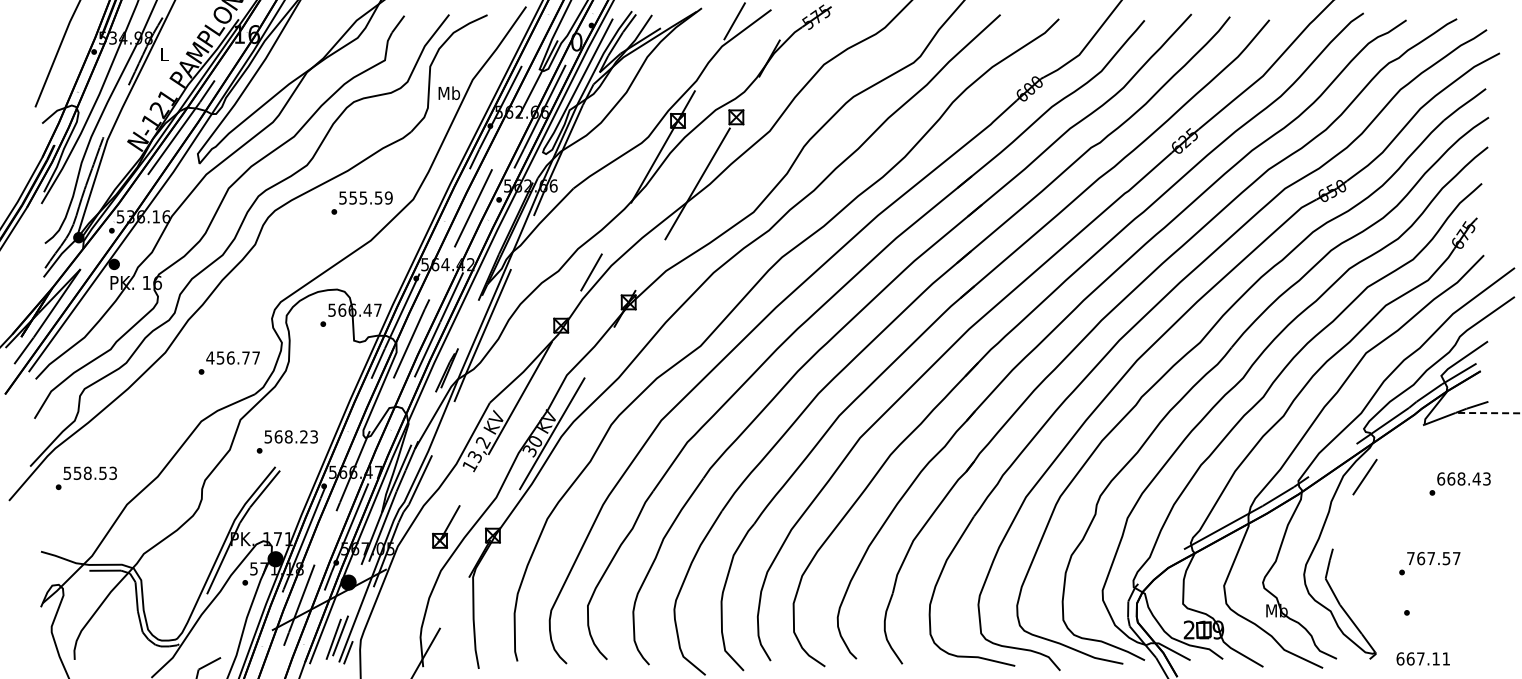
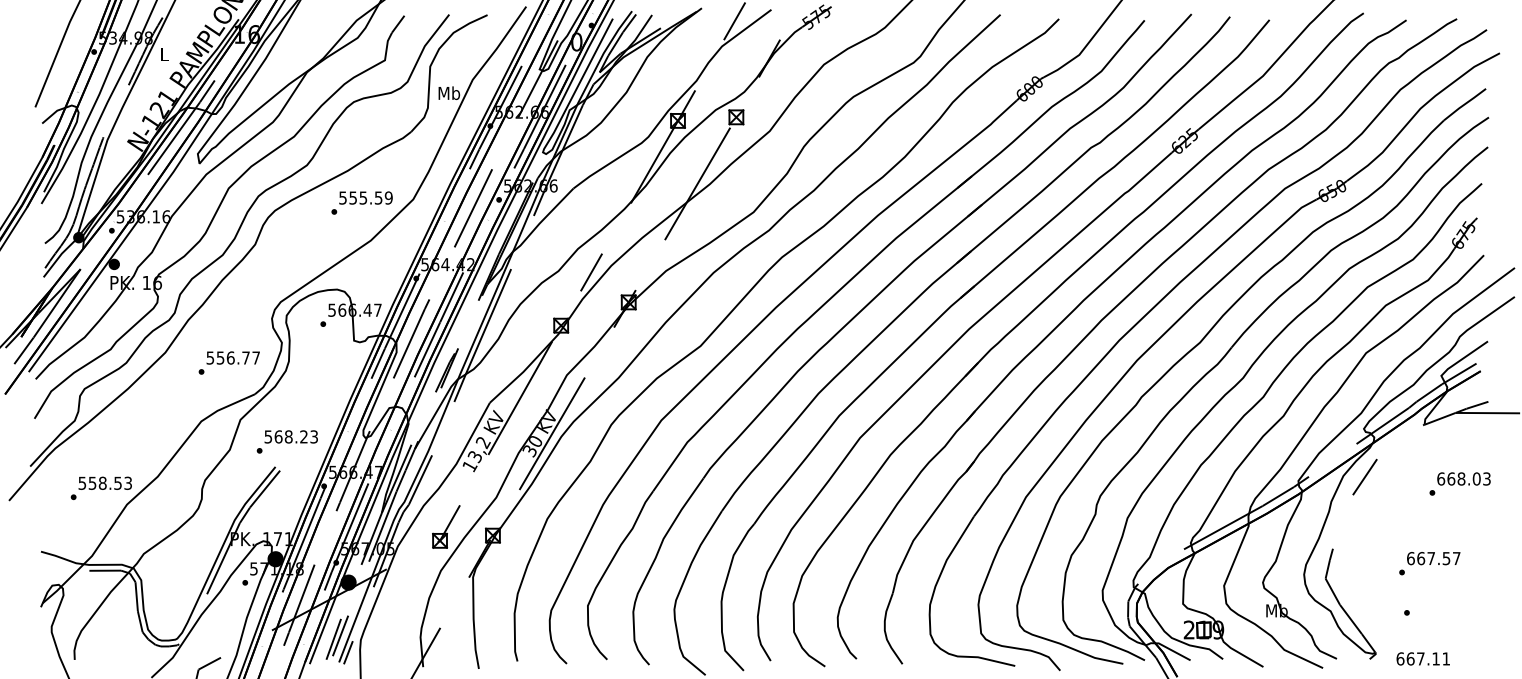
text at (210, 357): 456.77 -> 556.77
line at (1487, 413): dashed -> solid
text at (85, 478) position: (85, 478) -> (100, 488)
text at (1476, 478): 668.43 -> 668.03
text at (1410, 558): 767.57 -> 667.57
